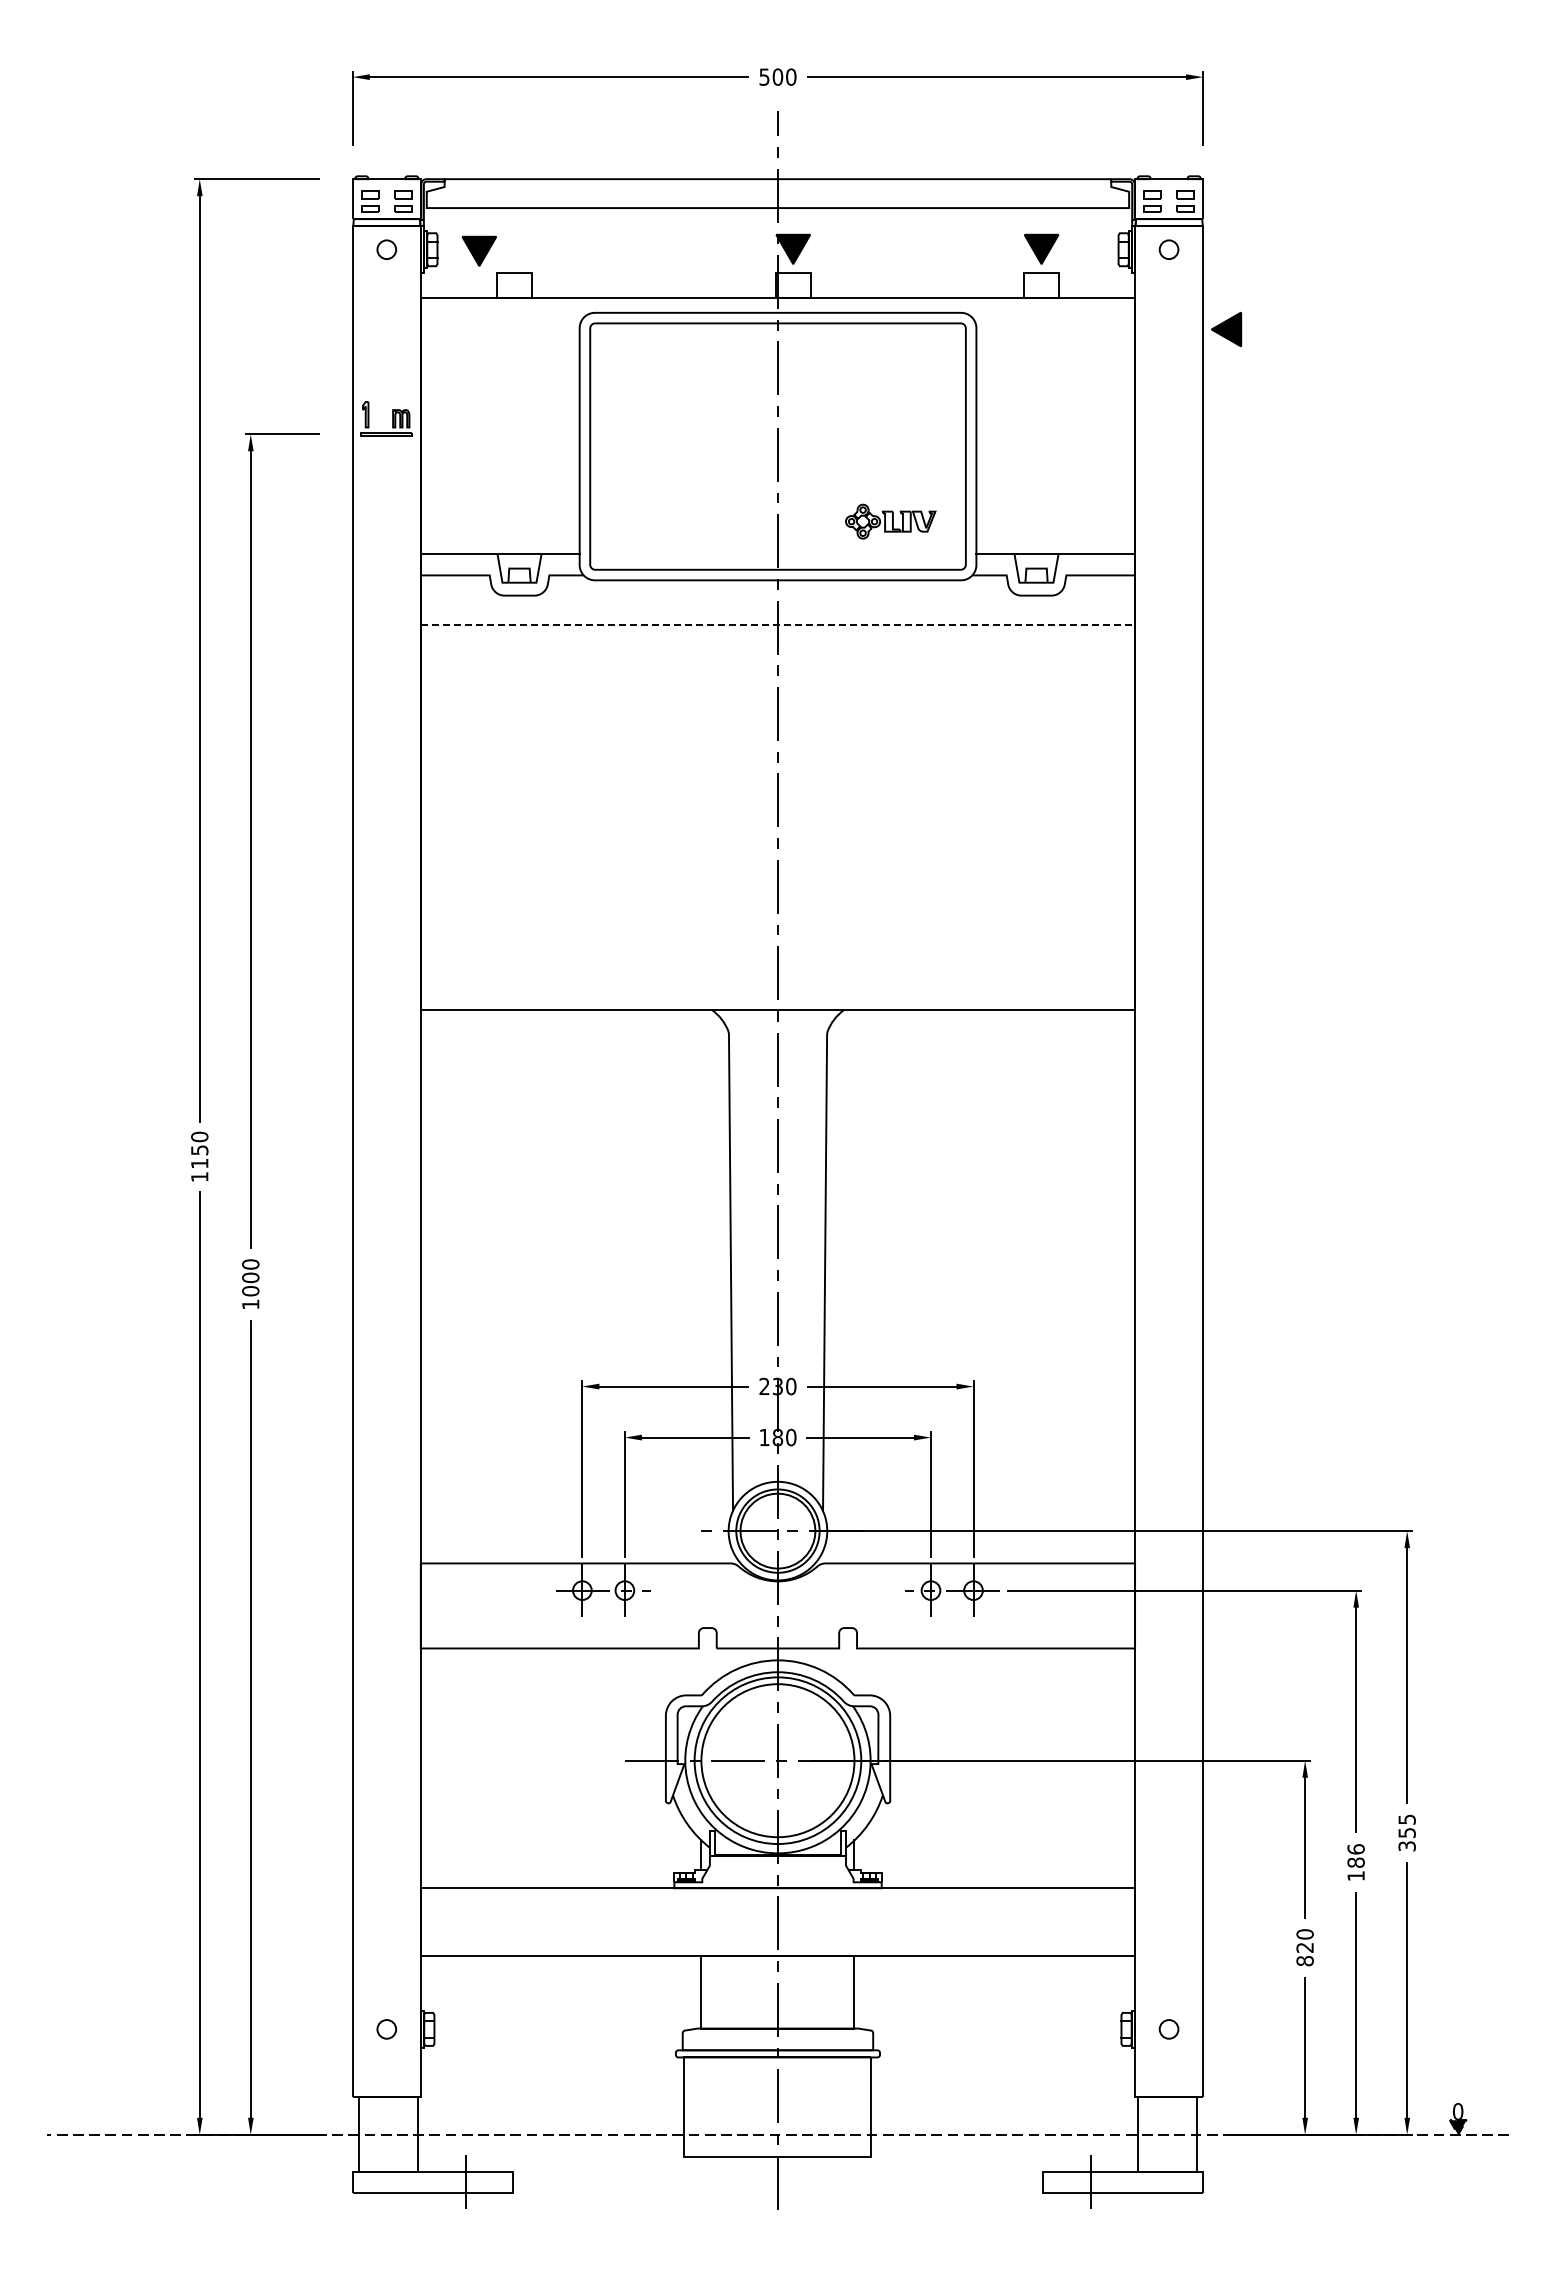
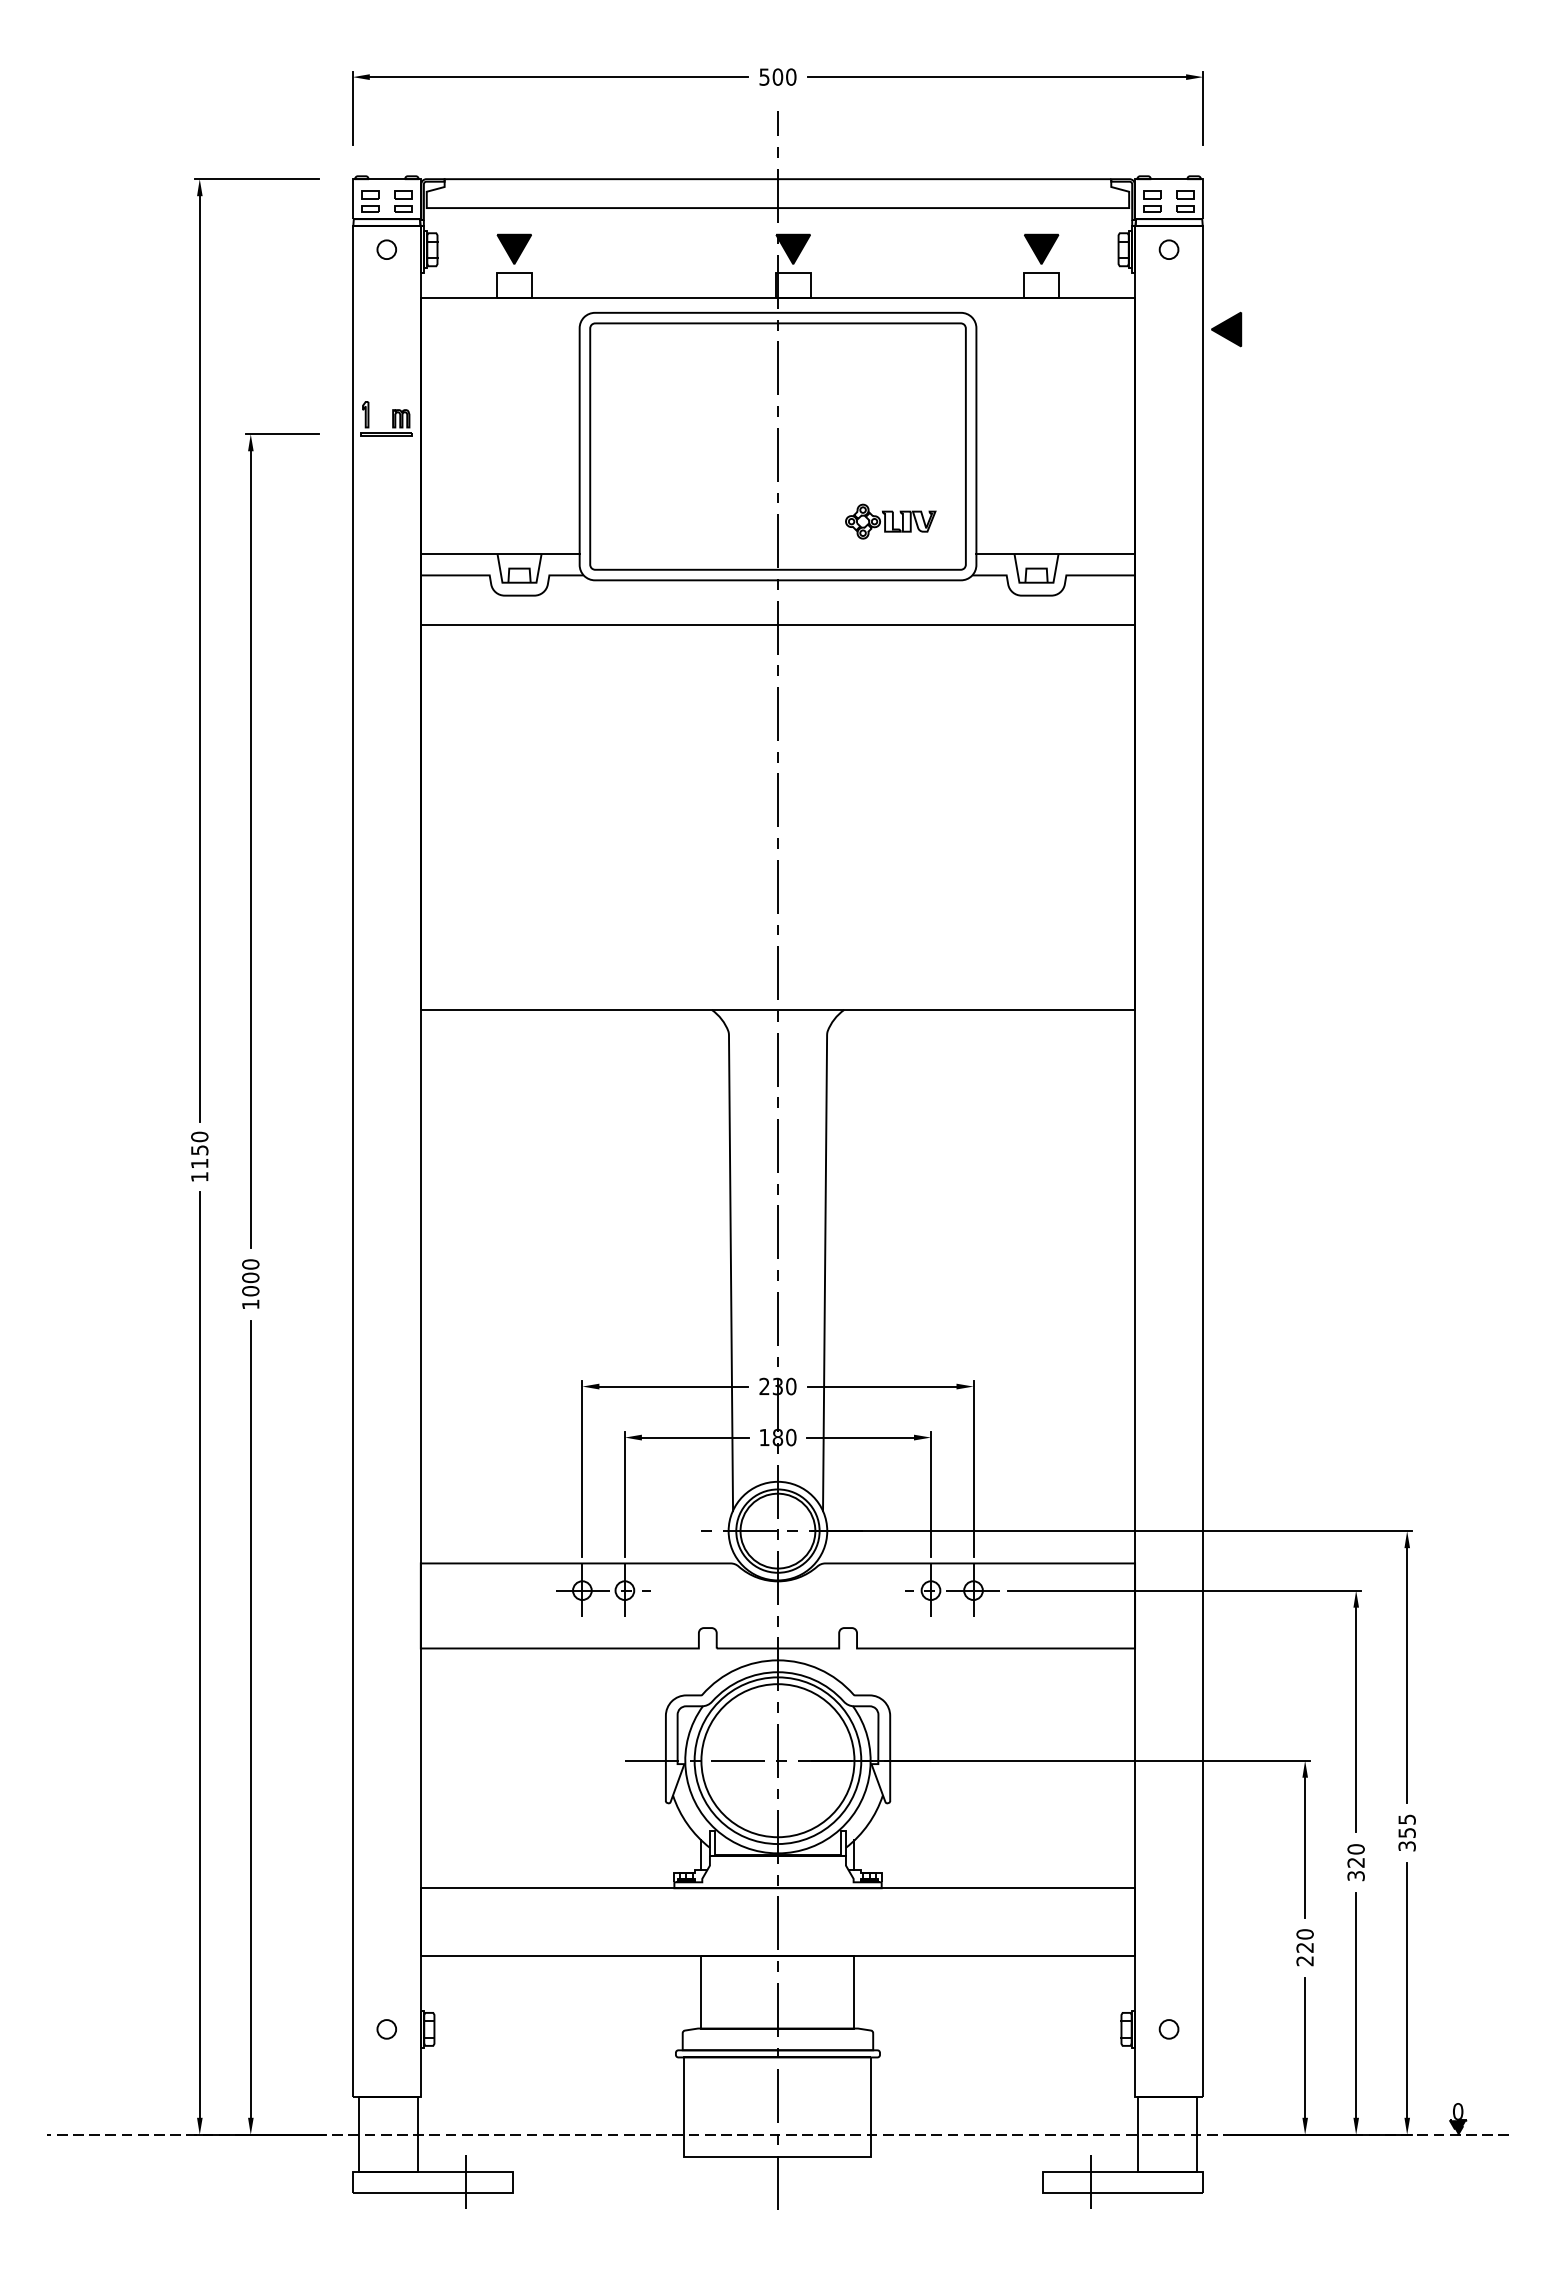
part at (478, 250) position: (478, 250) -> (513, 248)
line at (778, 624): dashed -> solid
text at (1355, 1862): 186 -> 320
text at (1304, 1961): 820 -> 220
